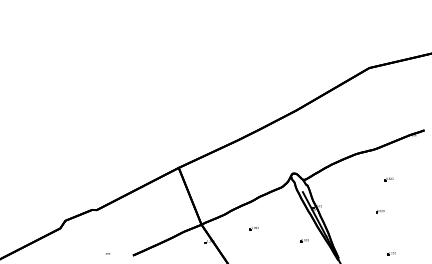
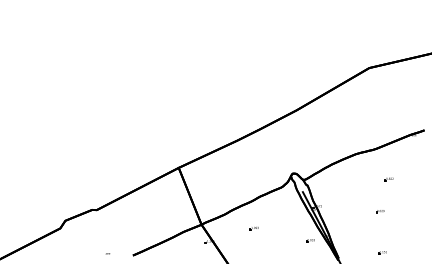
part at (304, 240) position: (304, 240) -> (310, 240)
part at (391, 253) position: (391, 253) -> (382, 252)
